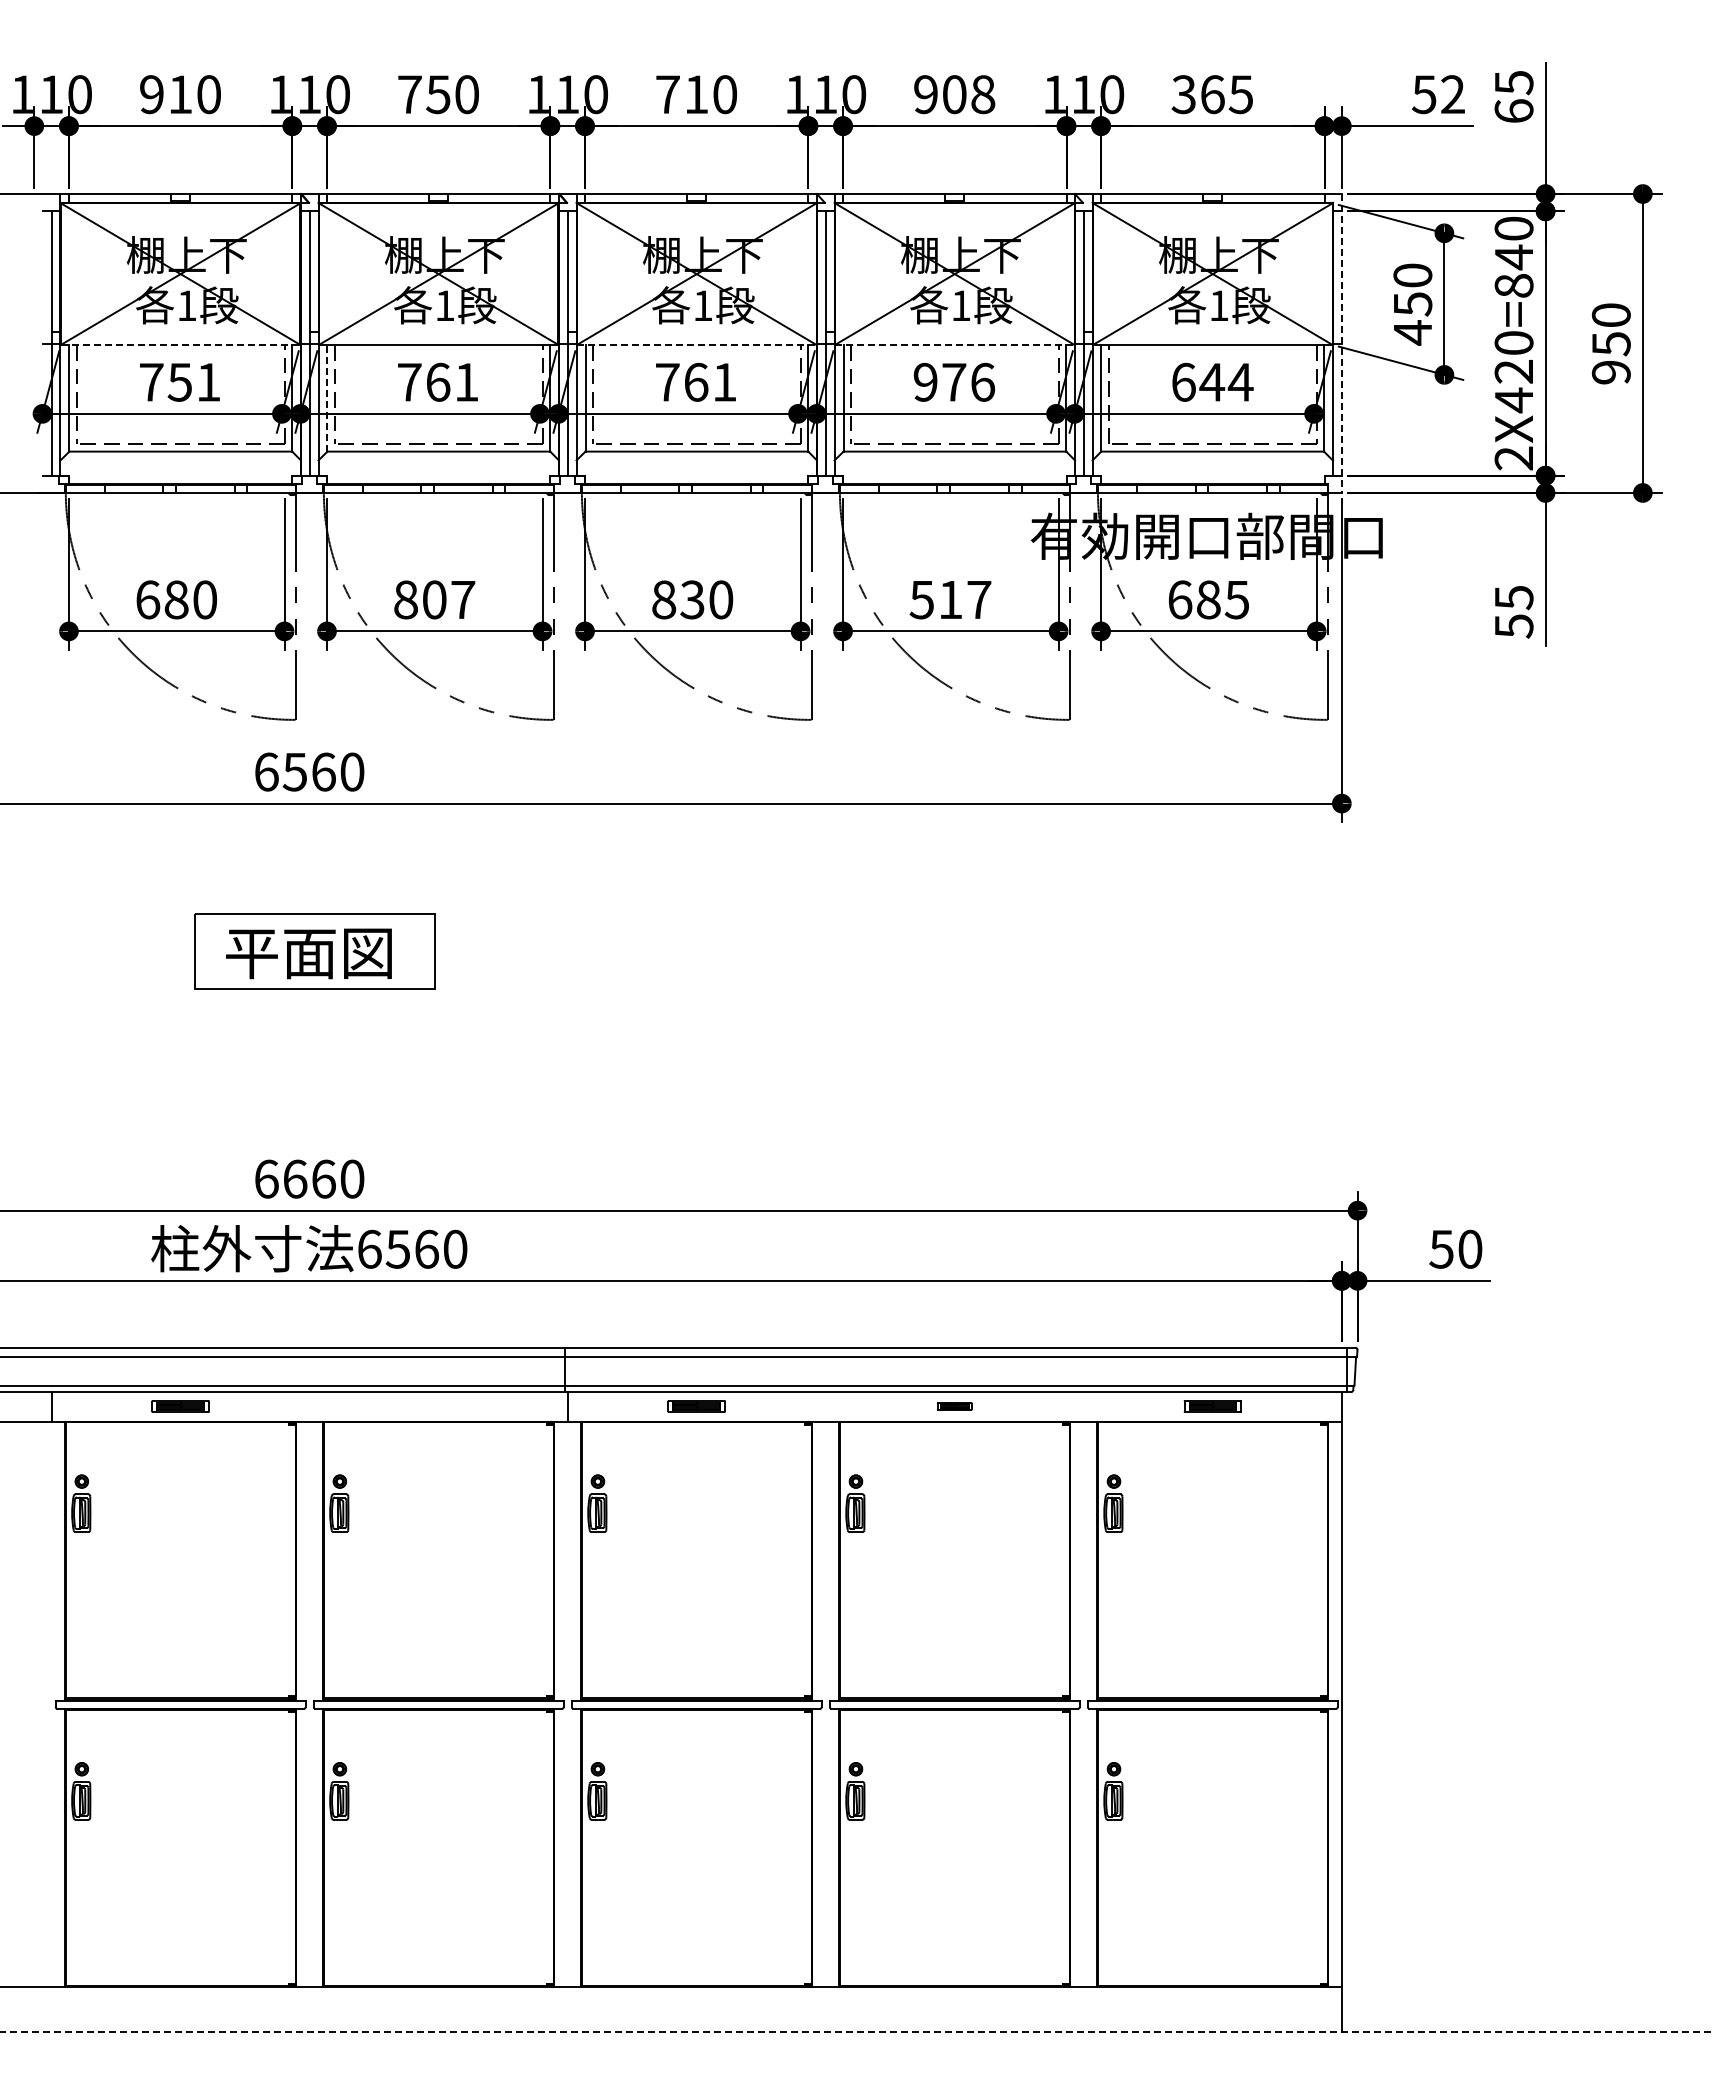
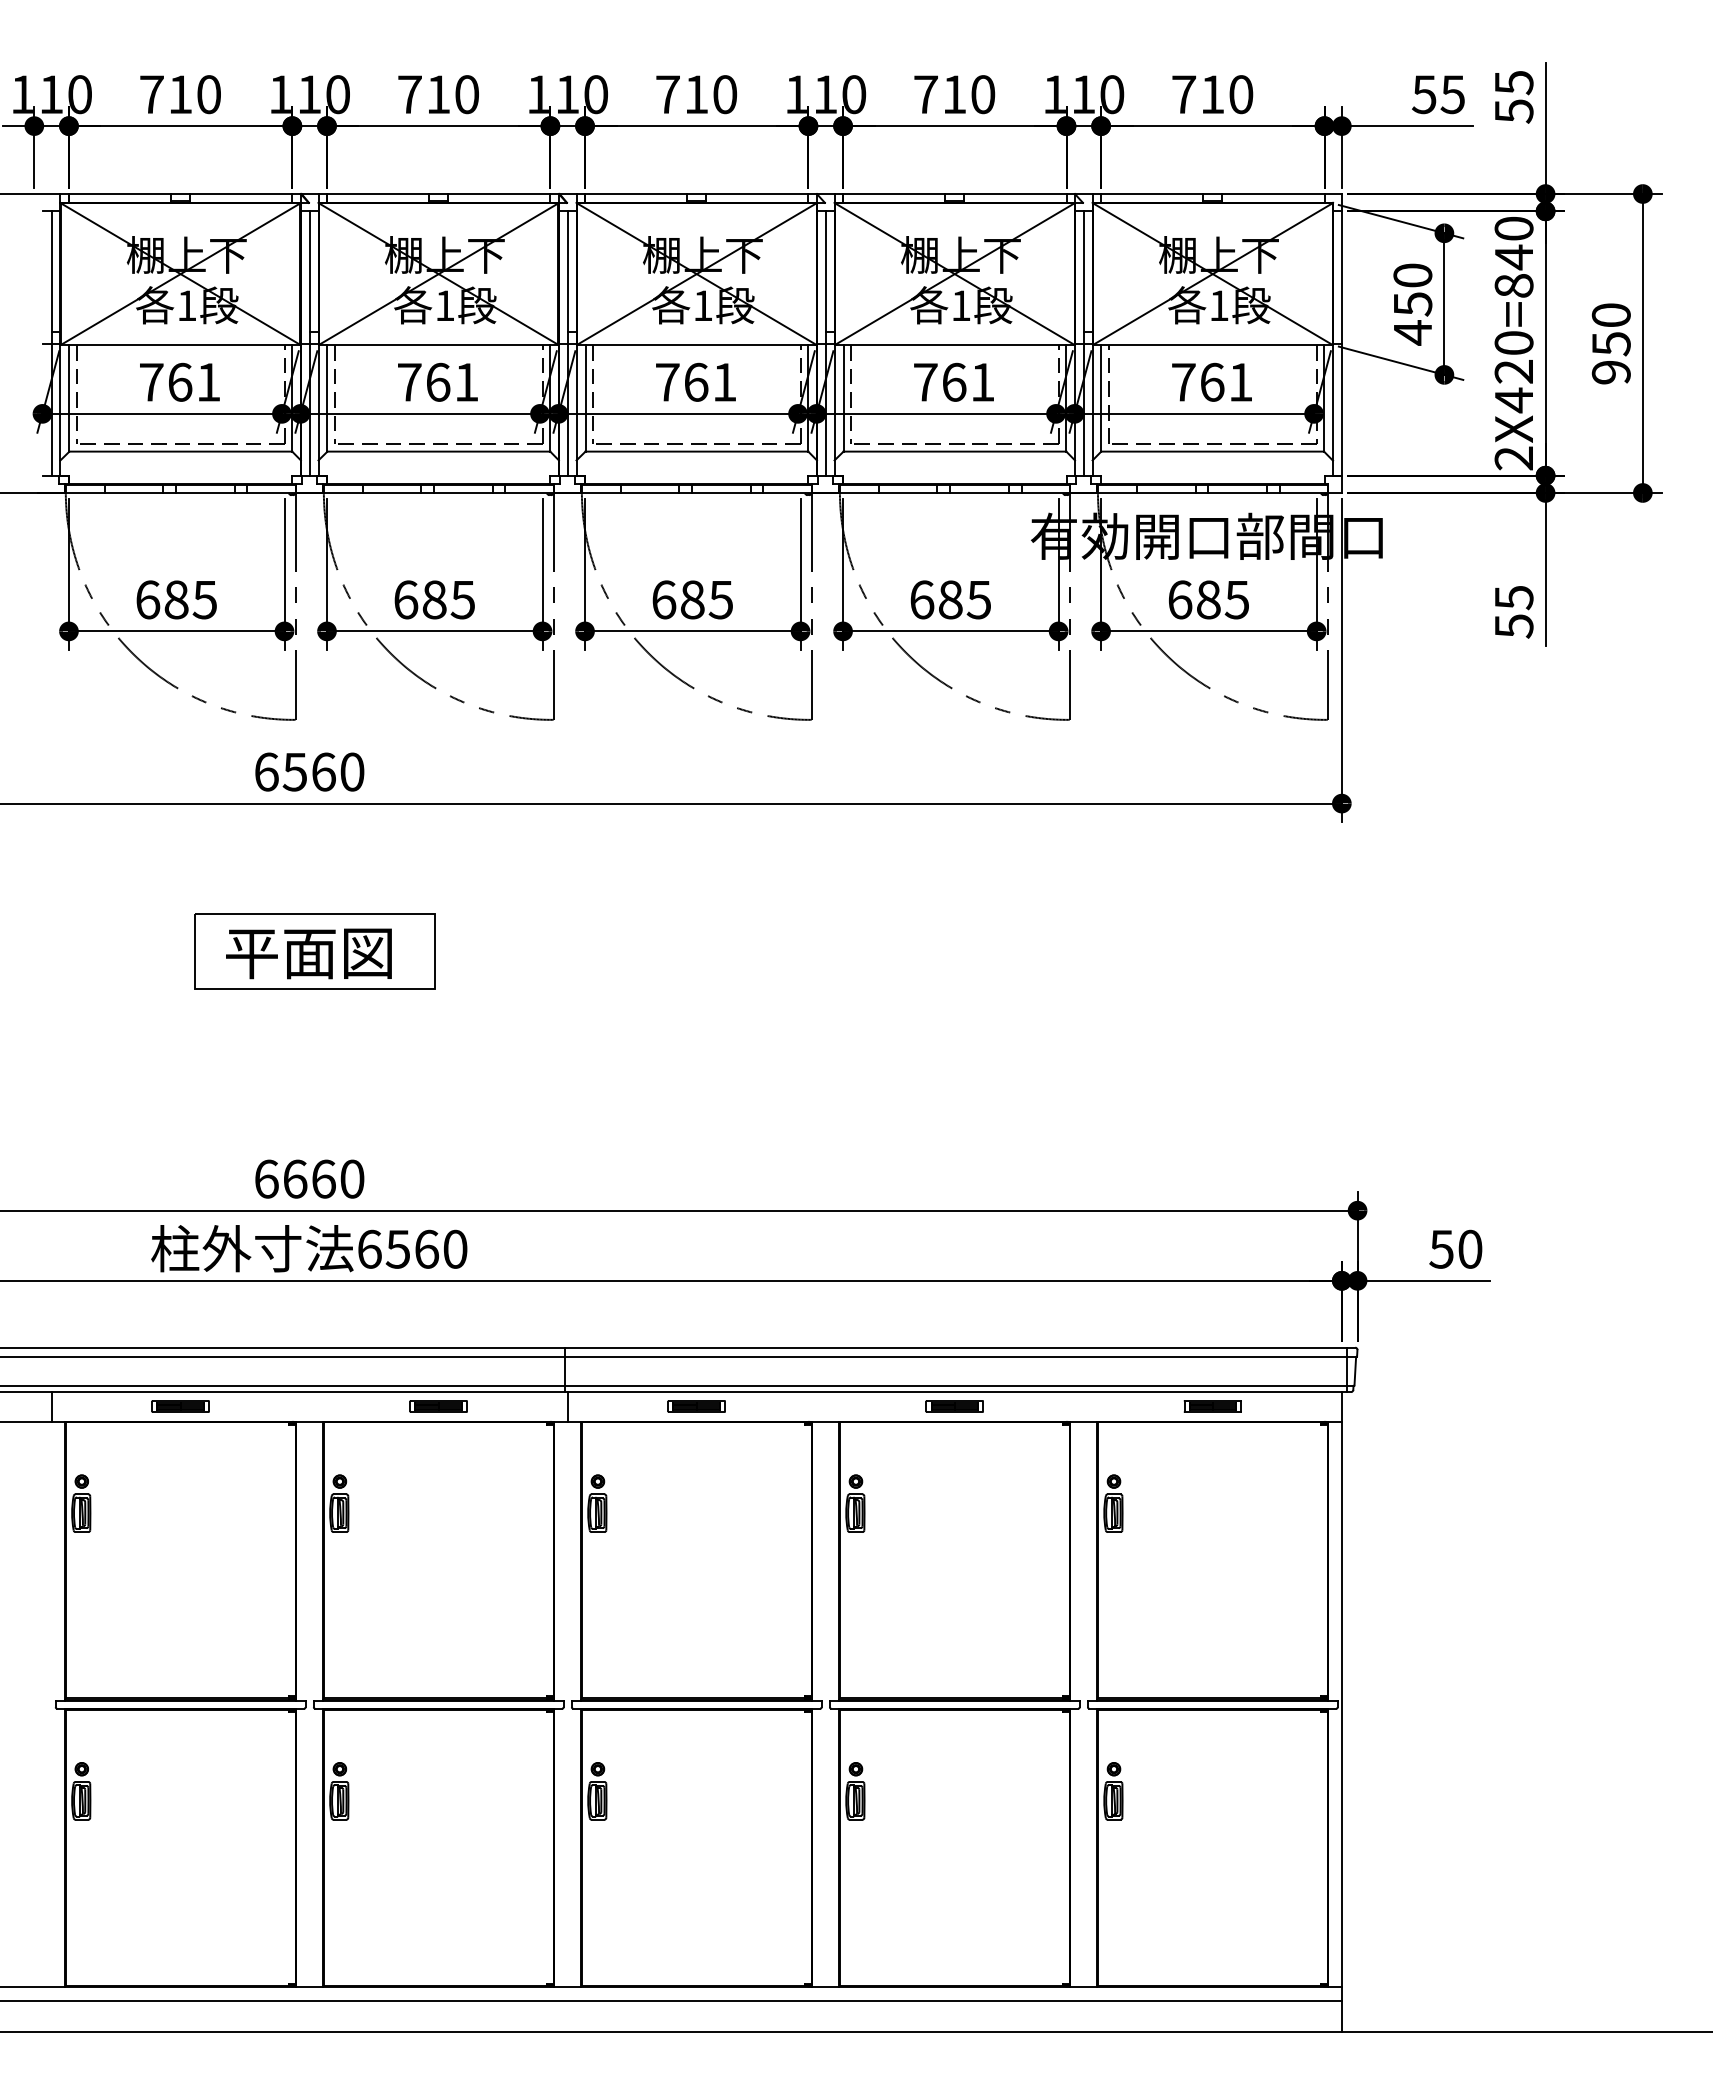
text at (151, 94): 910 -> 710
text at (438, 94): 750 -> 710
text at (954, 94): 908 -> 710
text at (1212, 94): 365 -> 710
text at (1452, 94): 52 -> 55
text at (1513, 111): 65 -> 55
line at (180, 344): dashed -> solid
line at (696, 344): dashed -> solid
line at (954, 344): dashed -> solid
line at (1341, 344): dashed -> solid
text at (179, 381): 751 -> 761
text at (954, 381): 976 -> 761
text at (1212, 381): 644 -> 761
line at (327, 397): dashed -> solid
text at (204, 599): 680 -> 685
text at (434, 599): 807 -> 685
text at (692, 599): 830 -> 685
text at (950, 599): 517 -> 685
part at (438, 1406): none -> present
part at (954, 1406) size: 36x9 px -> 59x13 px
line at (671, 2000): none -> present
line at (856, 2032): dashed -> solid
